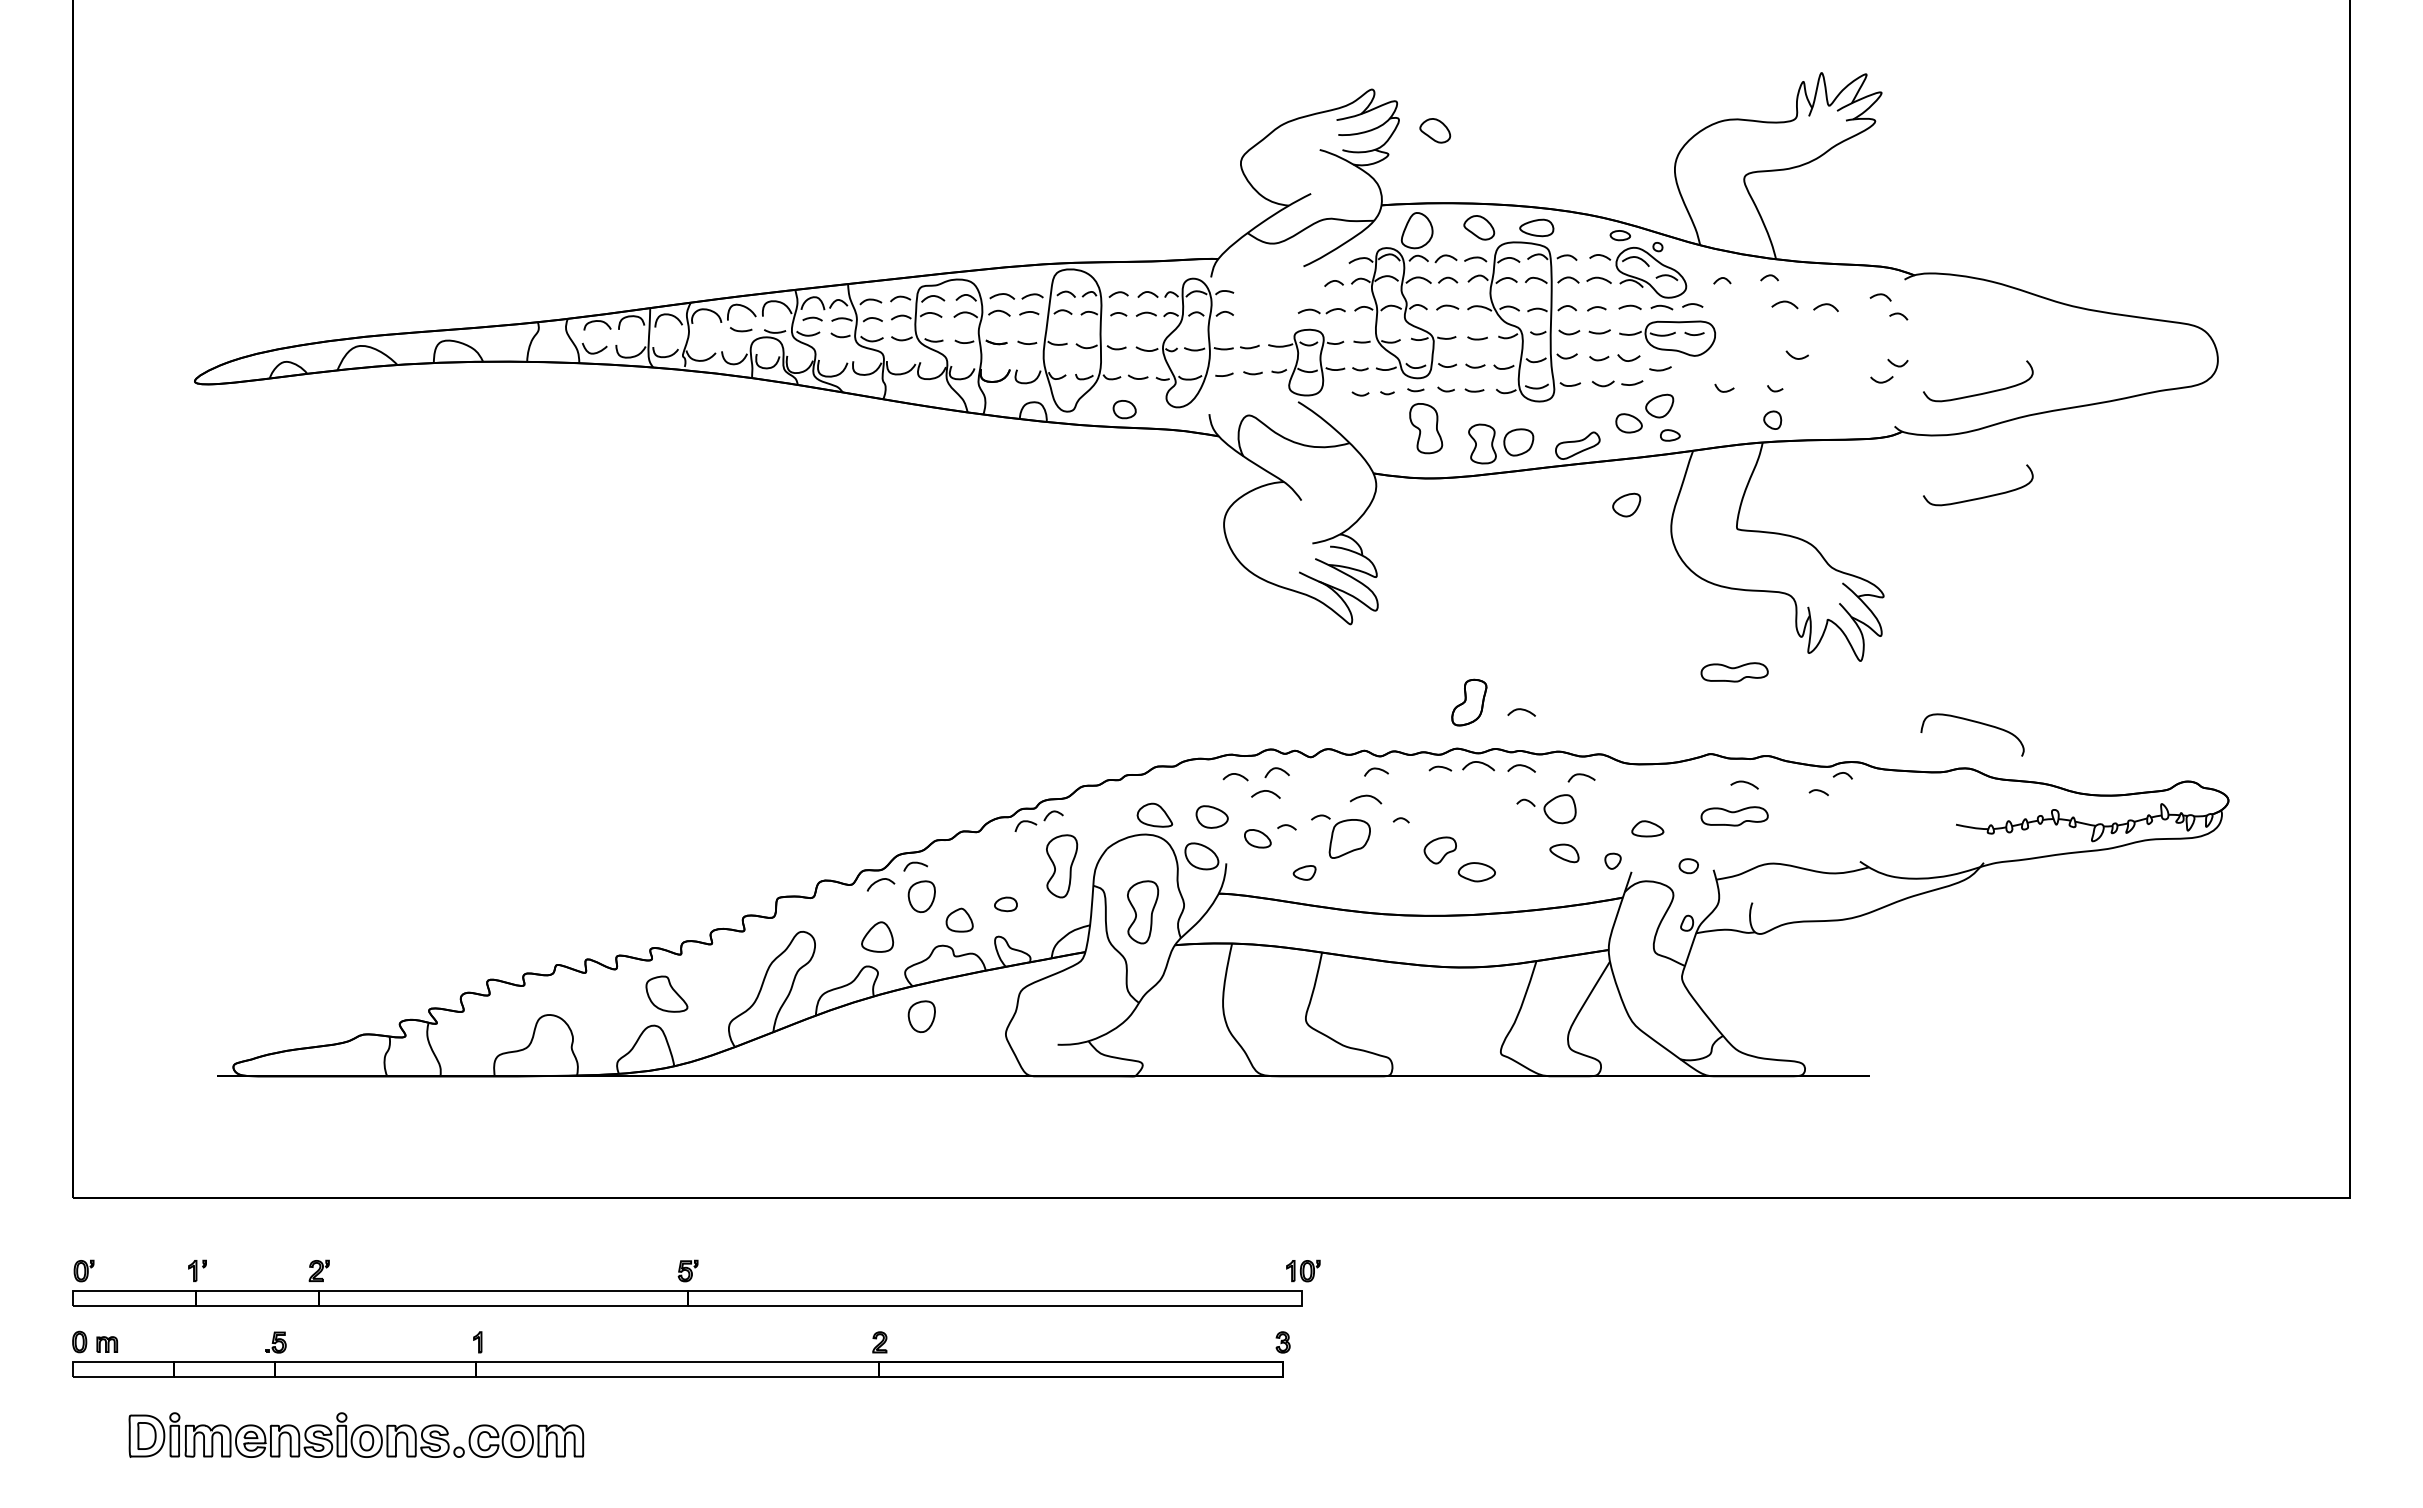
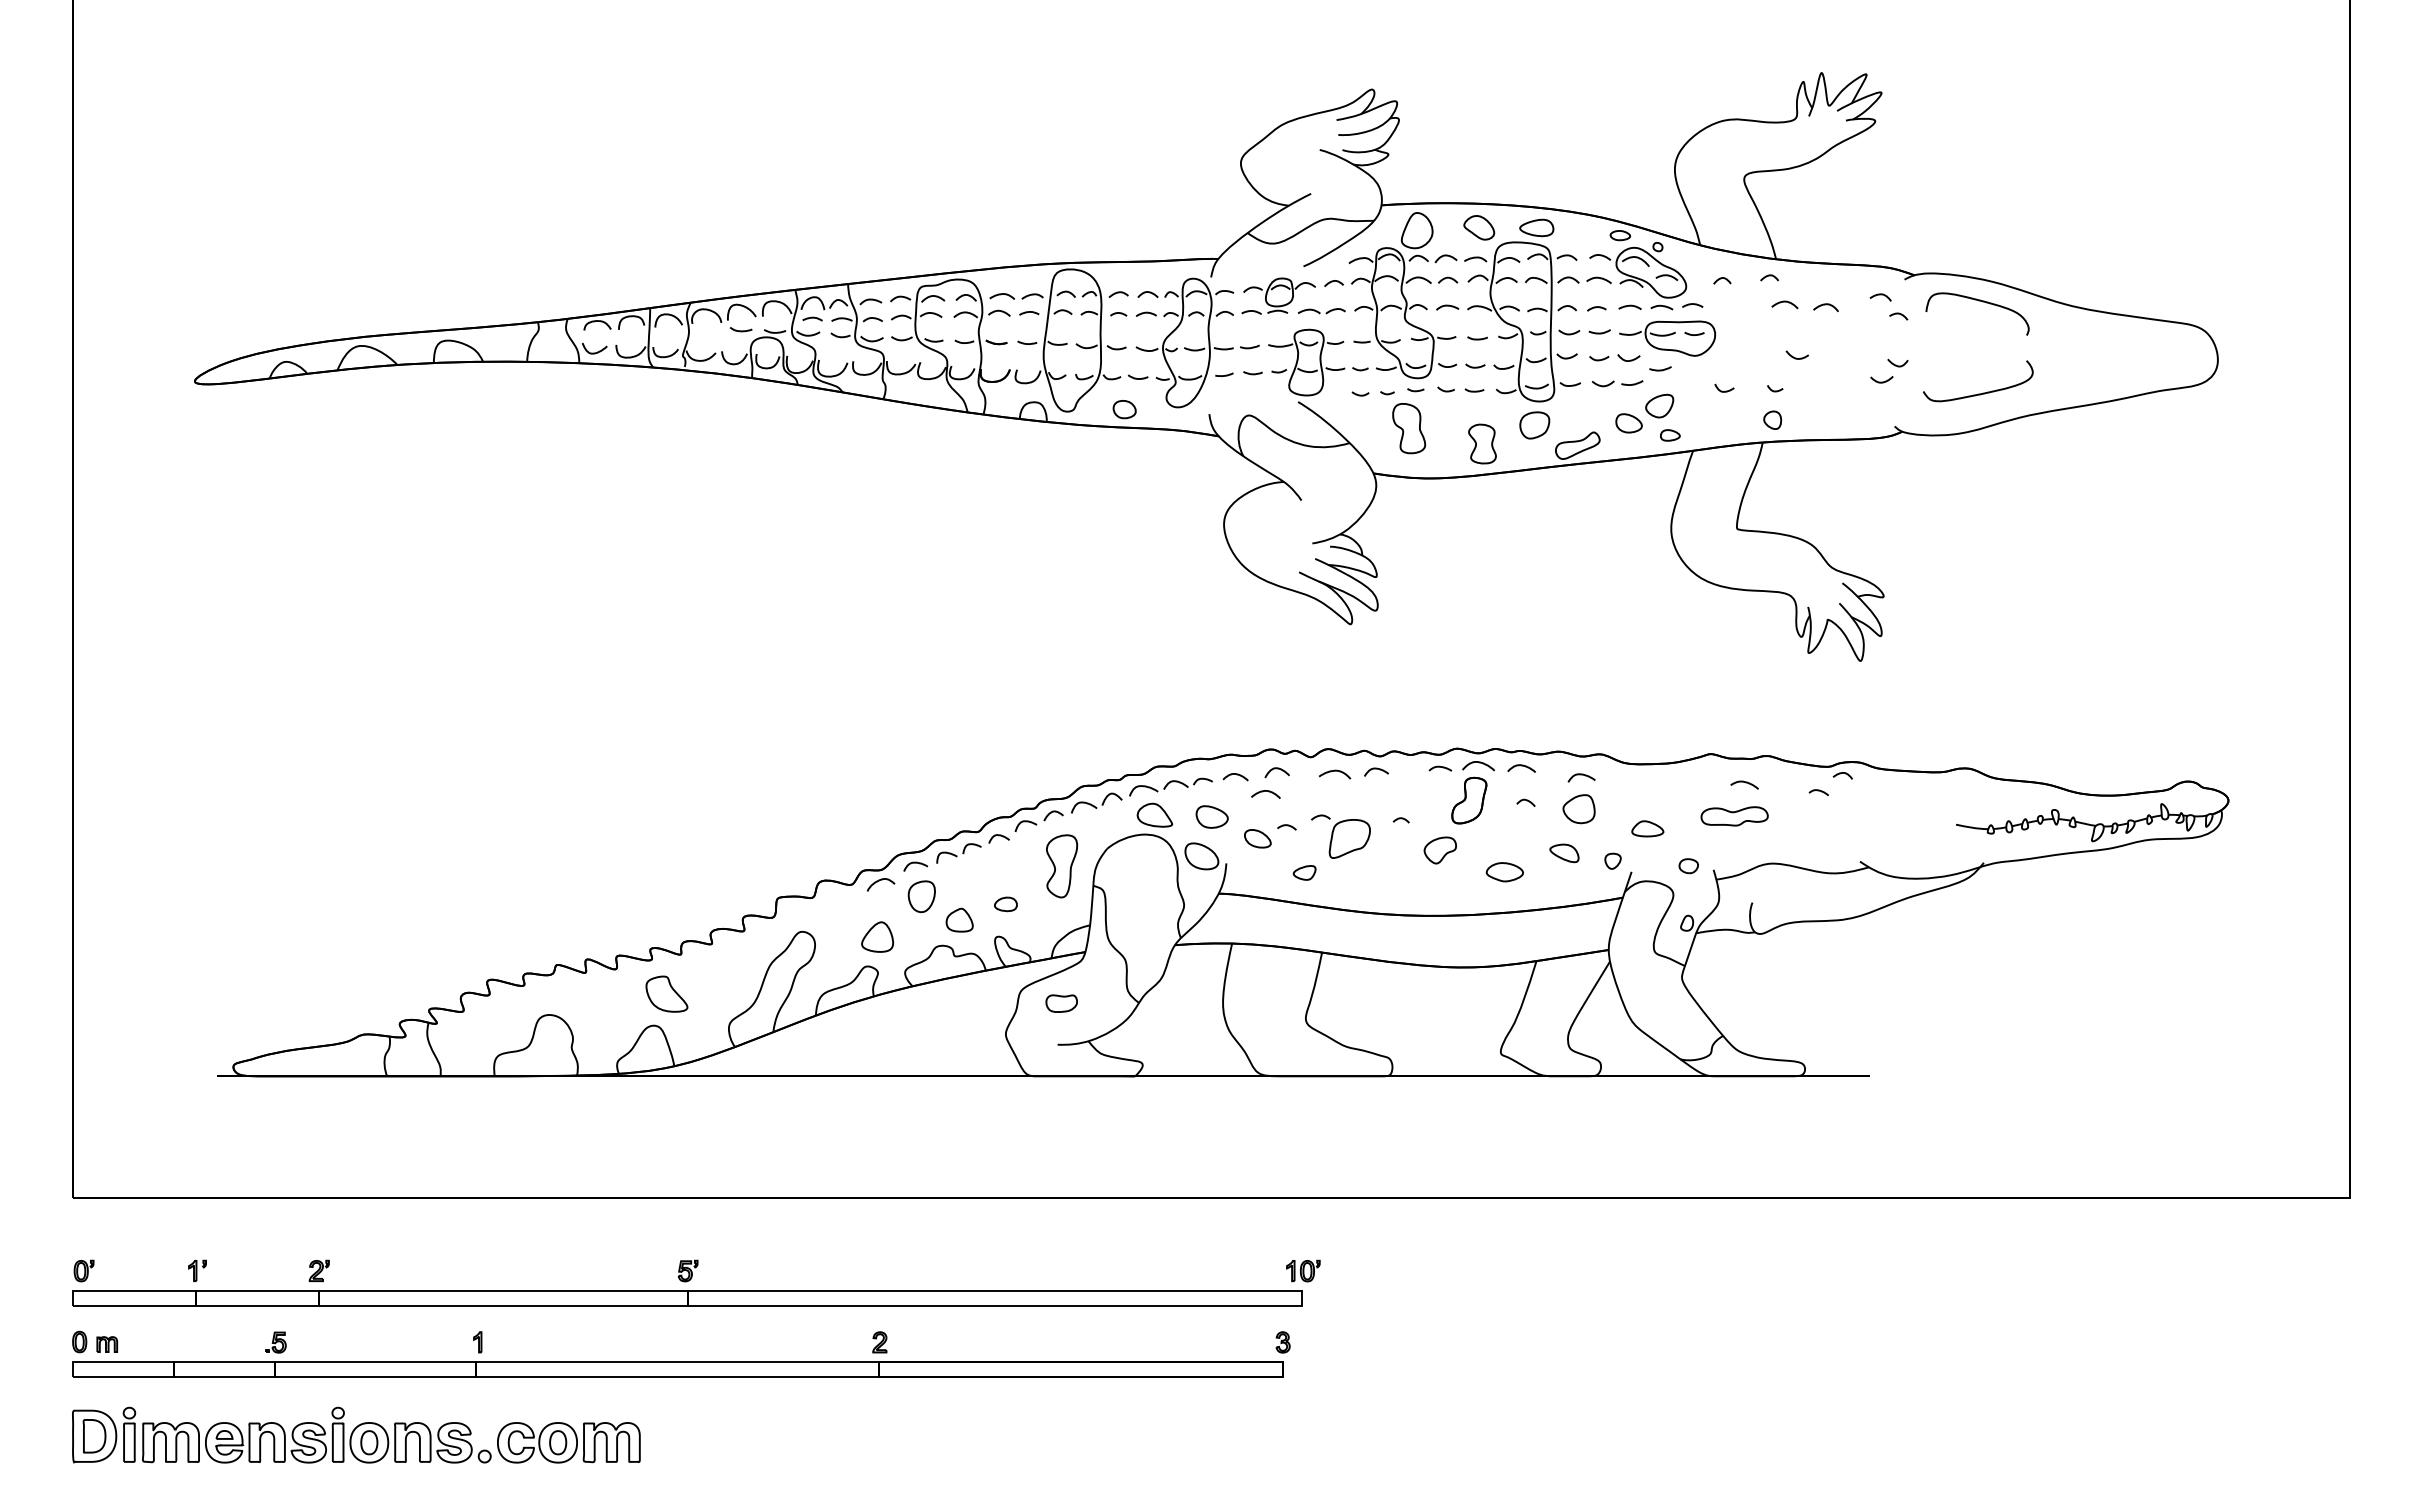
part at (1435, 130): present -> none
part at (1278, 295): none -> present
part at (1426, 428) position: (1426, 428) -> (1409, 428)
part at (1518, 442) position: (1518, 442) -> (1534, 425)
curve at (1978, 497): present -> none
part at (1626, 504): present -> none
part at (1734, 672): present -> none
part at (1469, 702) position: (1469, 702) -> (1469, 800)
curve at (1521, 710): present -> none
curve at (1973, 722) position: (1973, 722) -> (1978, 301)
part at (1139, 787): none -> present
curve at (1366, 796) position: (1366, 796) -> (1335, 771)
part at (1559, 809) position: (1559, 809) -> (1578, 809)
part at (972, 848): none -> present
part at (1476, 872) position: (1476, 872) -> (1504, 872)
part at (1143, 912): present -> none
part at (1061, 1003): none -> present
part at (921, 1016): present -> none
part at (356, 1434) size: 457x46 px -> 569x58 px
